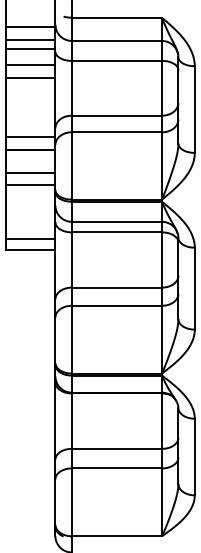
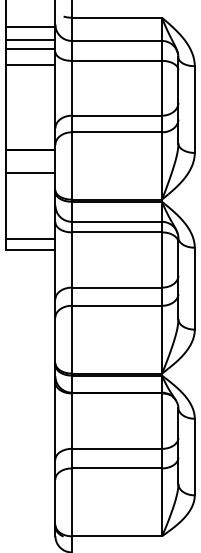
line at (30, 77): present -> none
line at (30, 136): present -> none
line at (30, 184): present -> none
